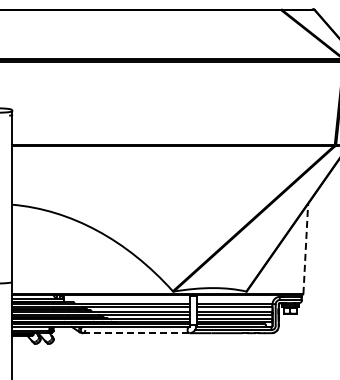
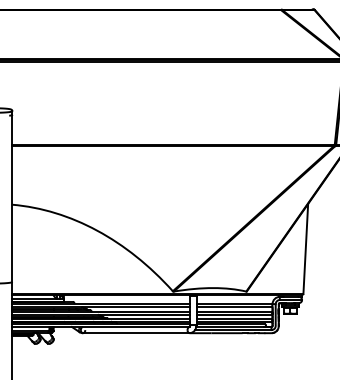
line at (305, 248): dashed -> solid
line at (136, 333): dashed -> solid
